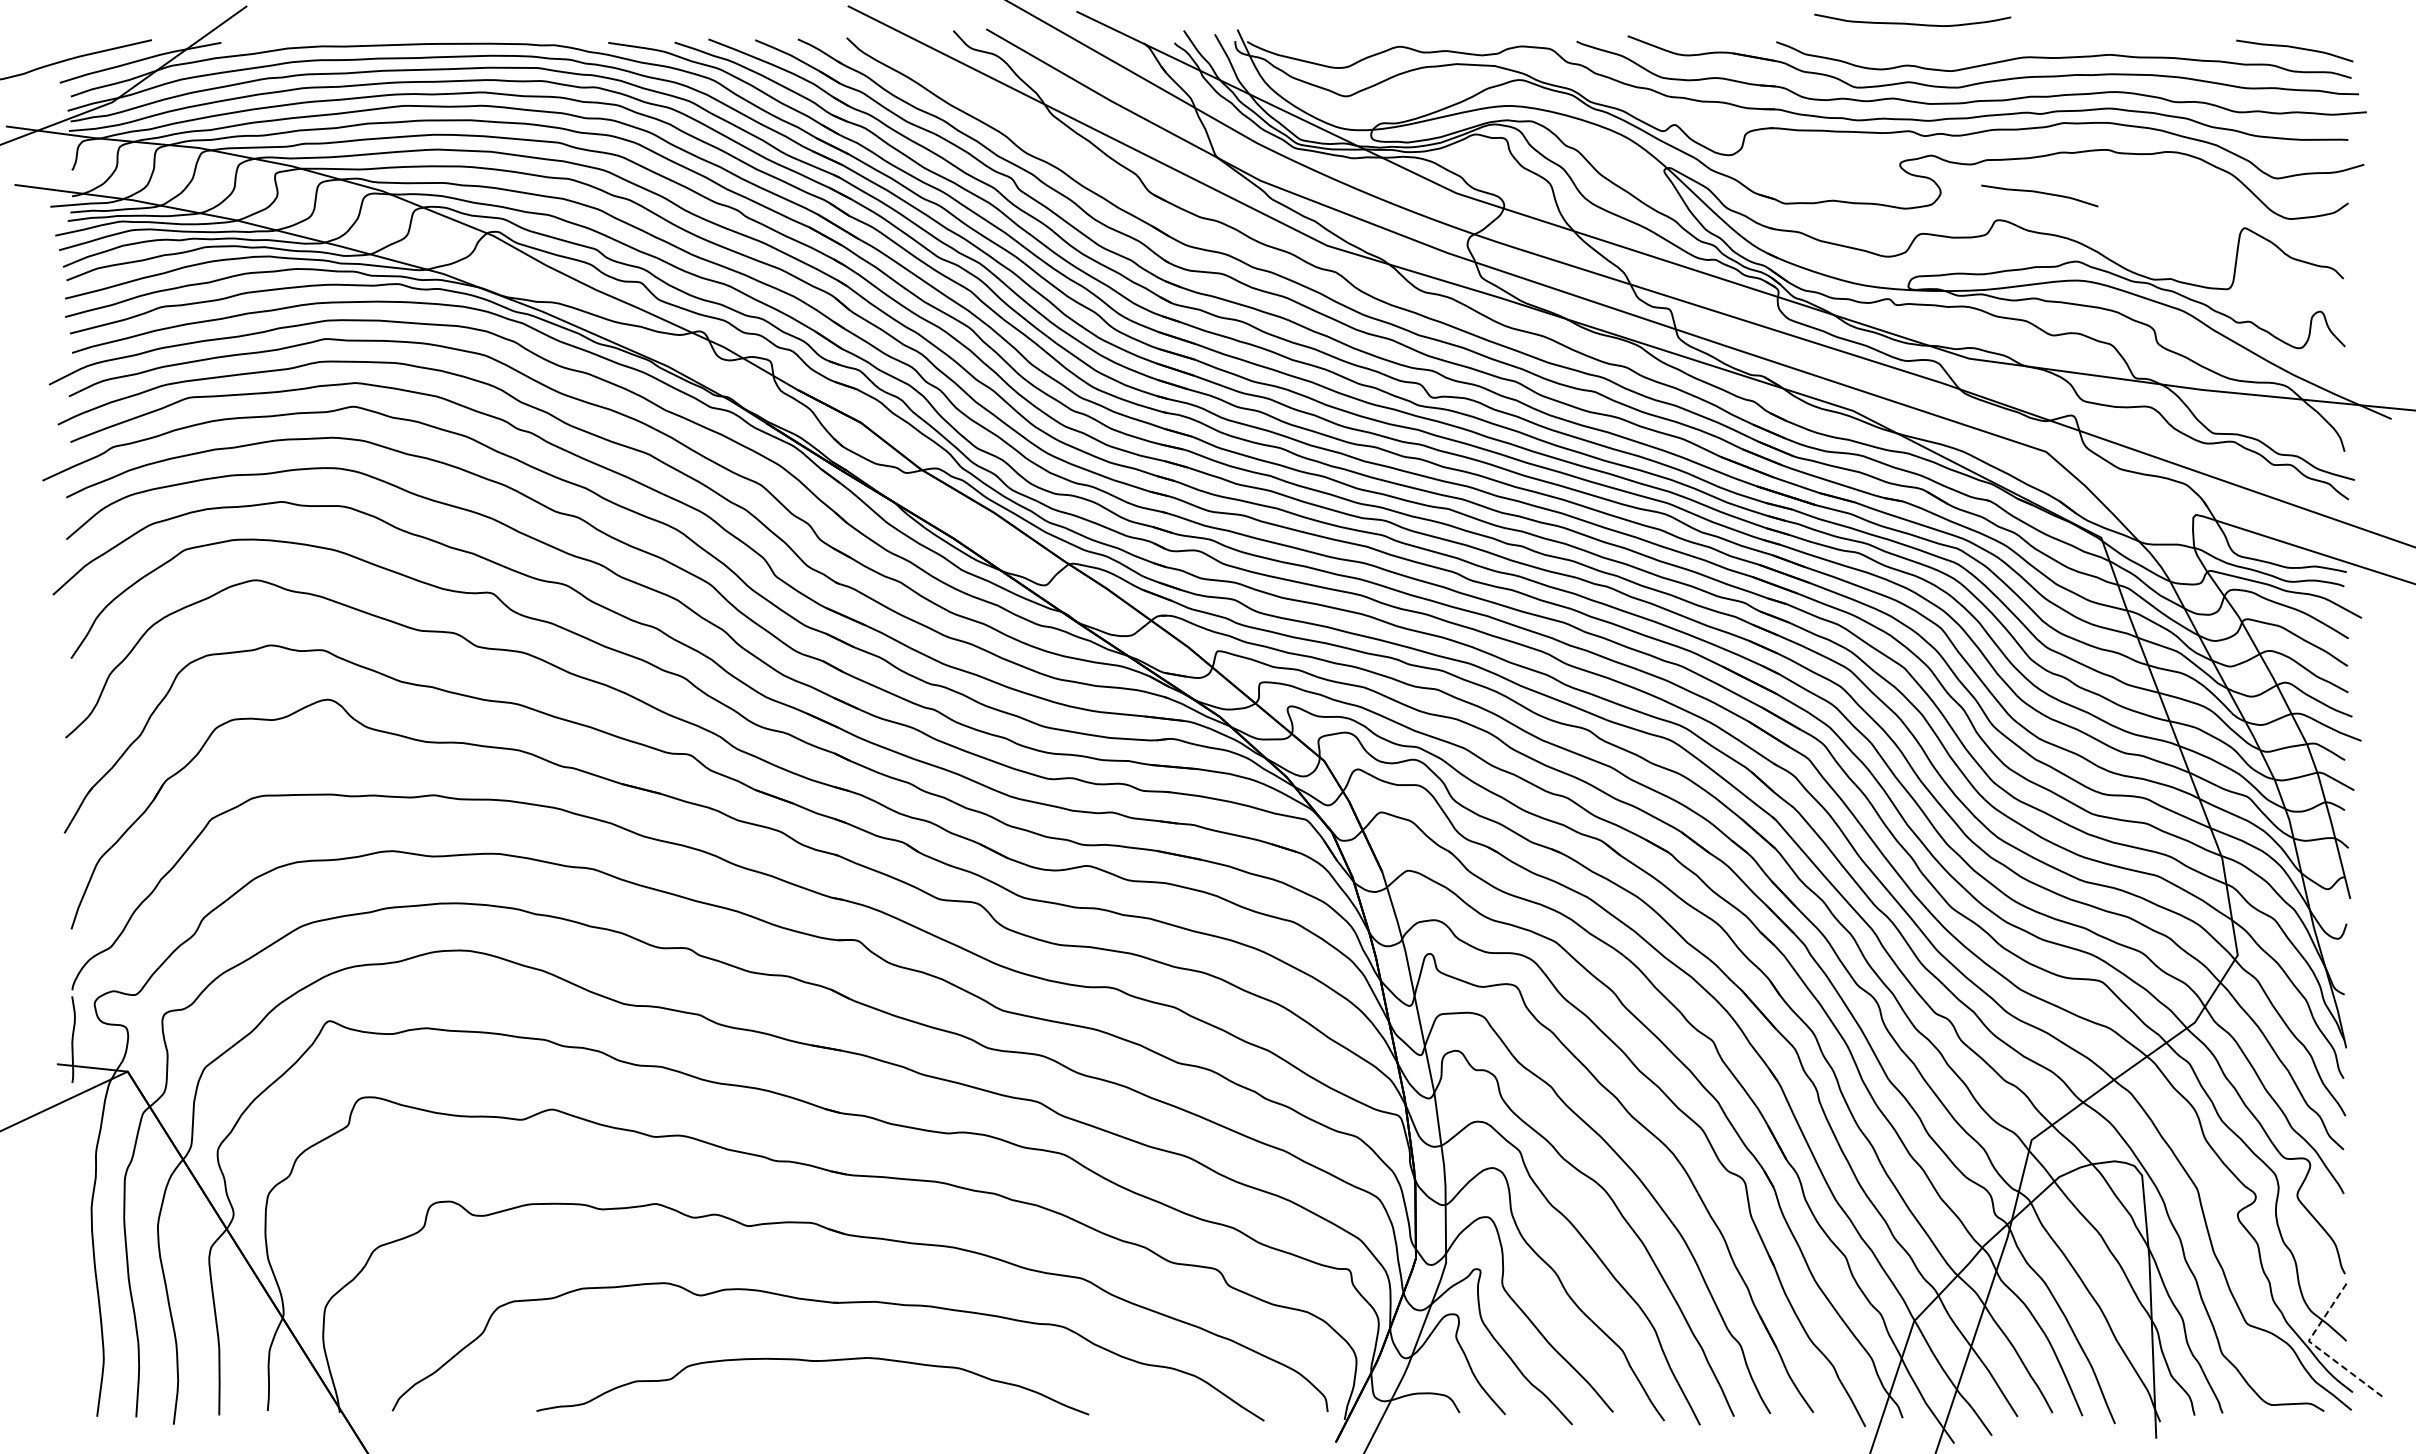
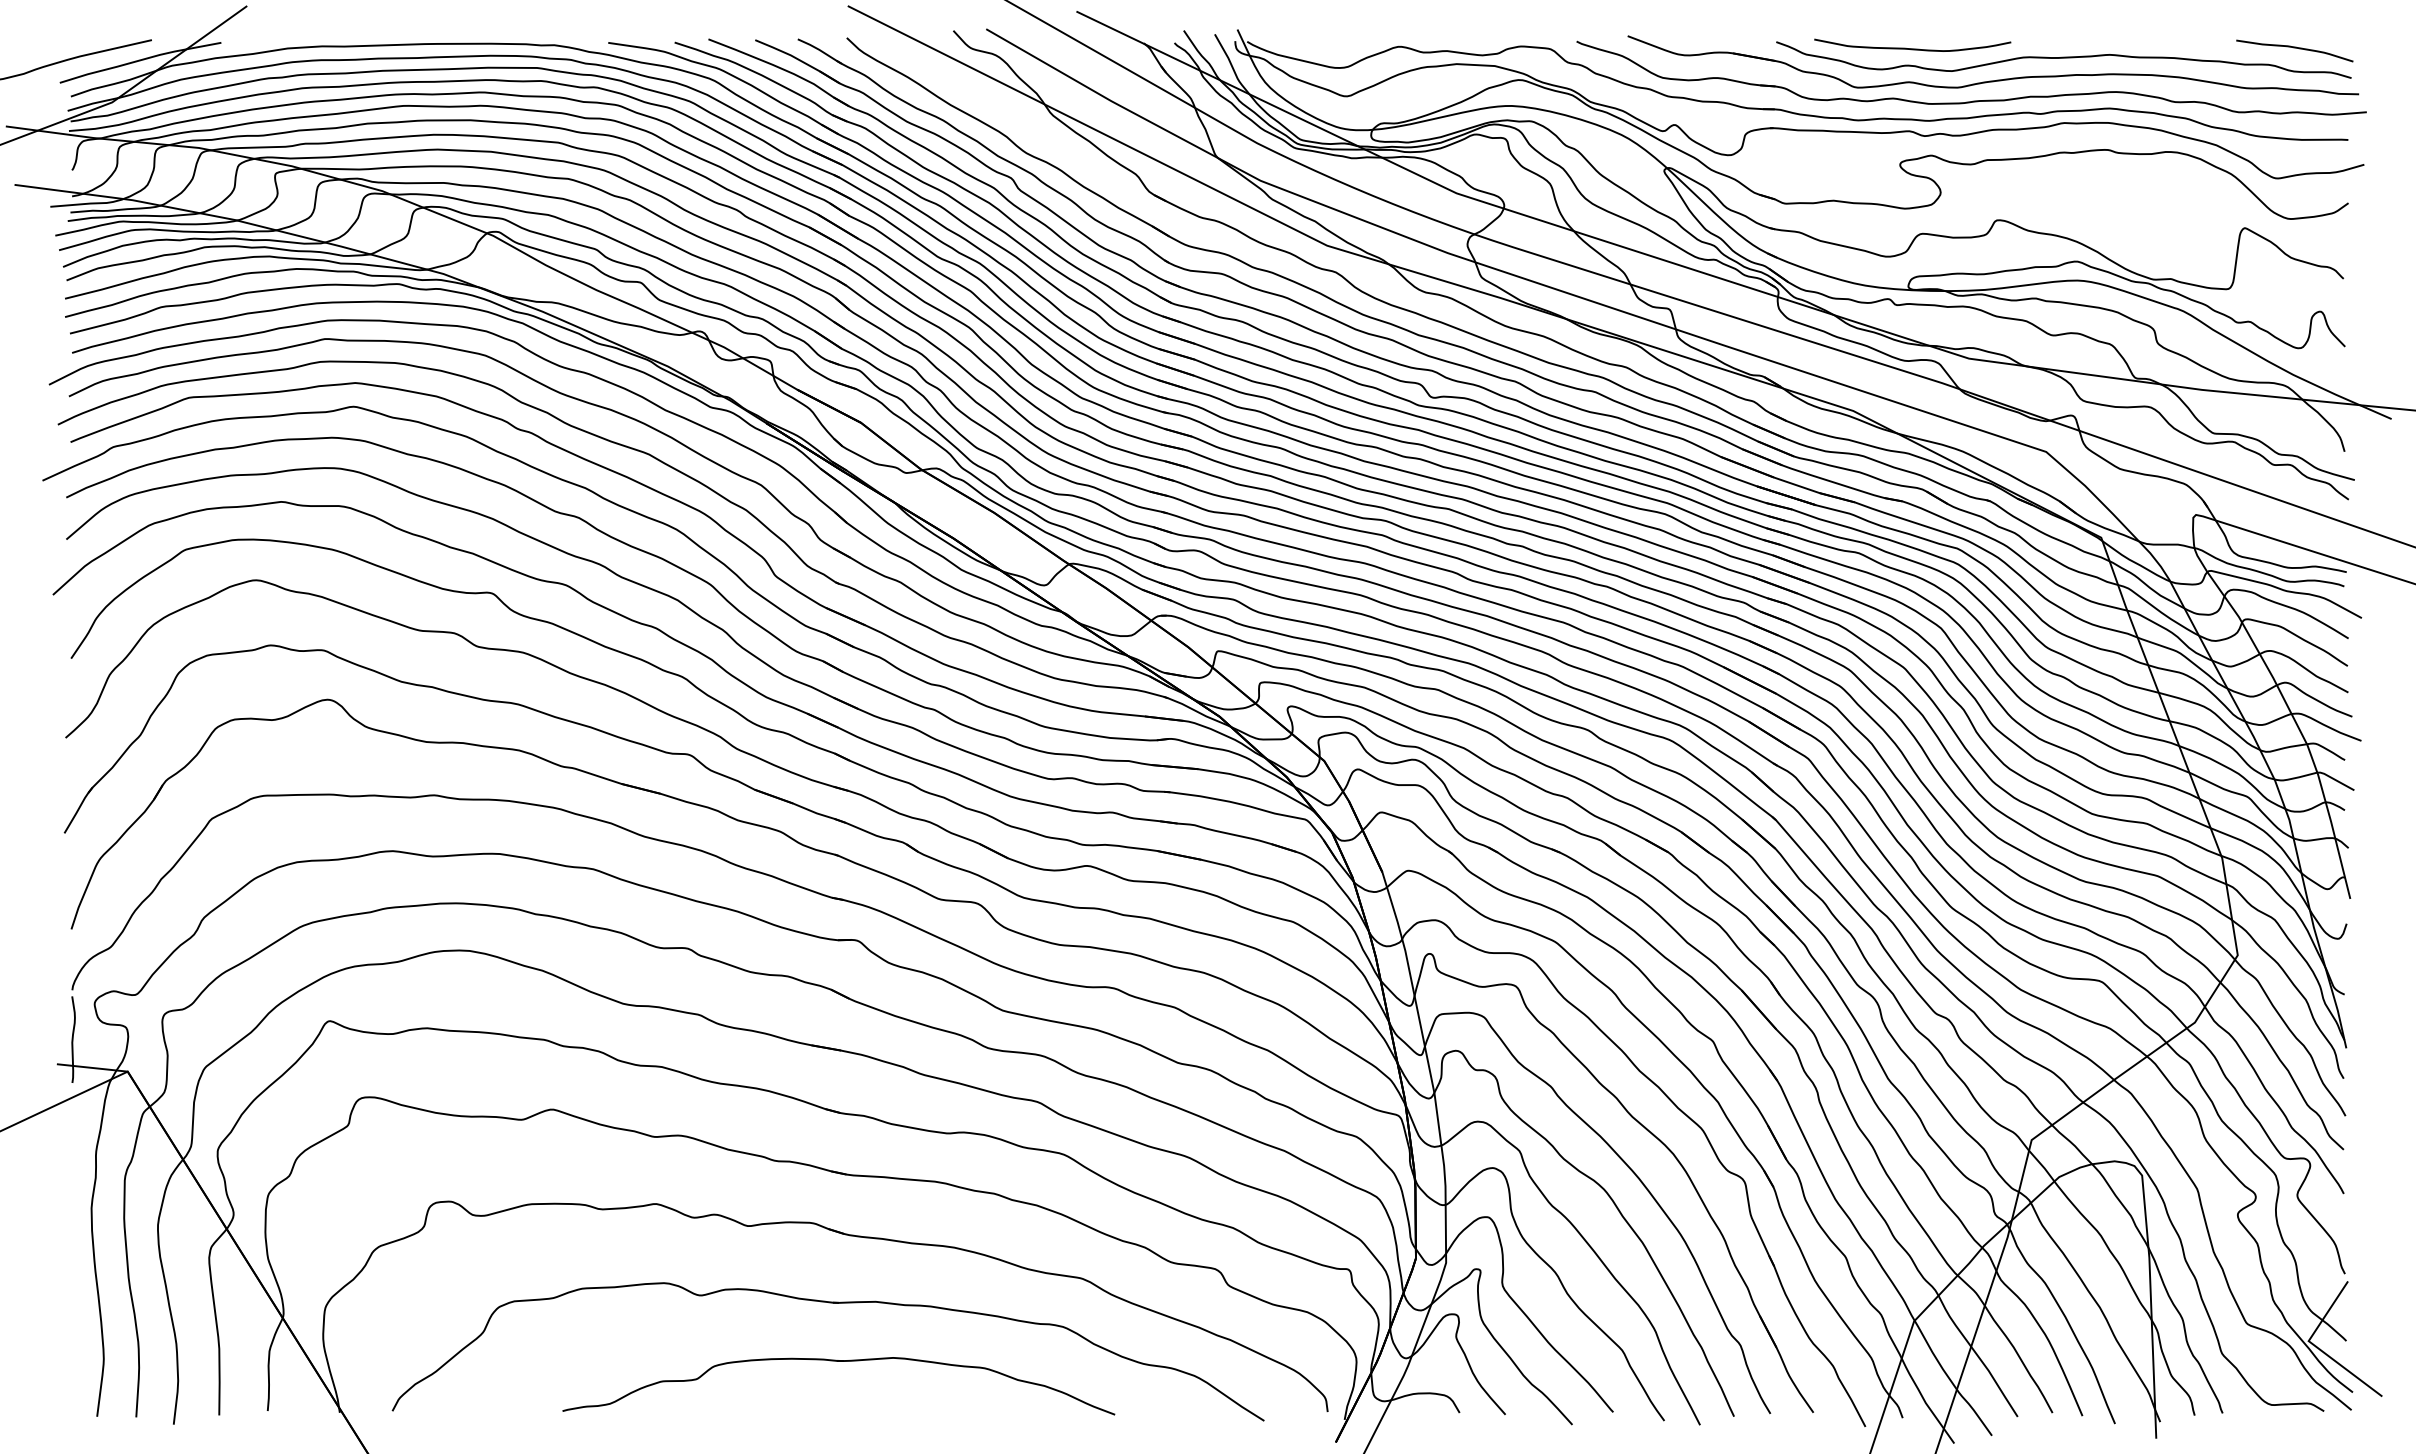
curve at (1912, 23) position: (1912, 23) -> (1912, 48)
curve at (2039, 193): present -> none
line at (2316, 1347): dashed -> solid
part at (812, 1361) position: (812, 1361) -> (838, 1361)
